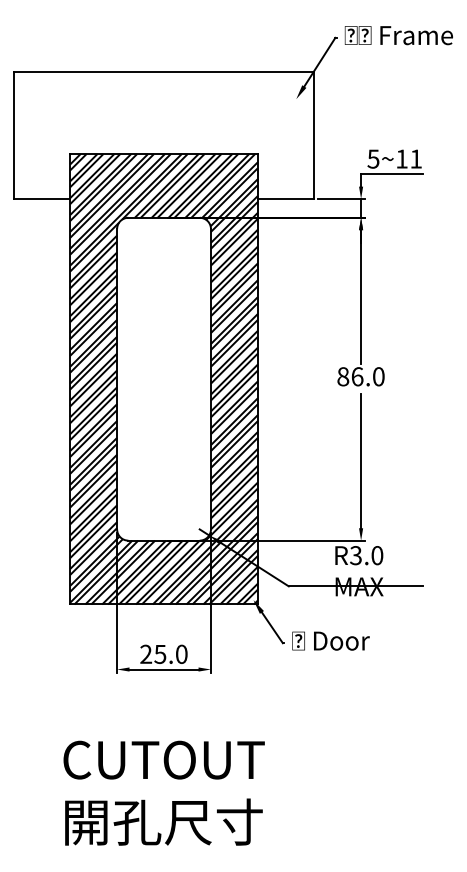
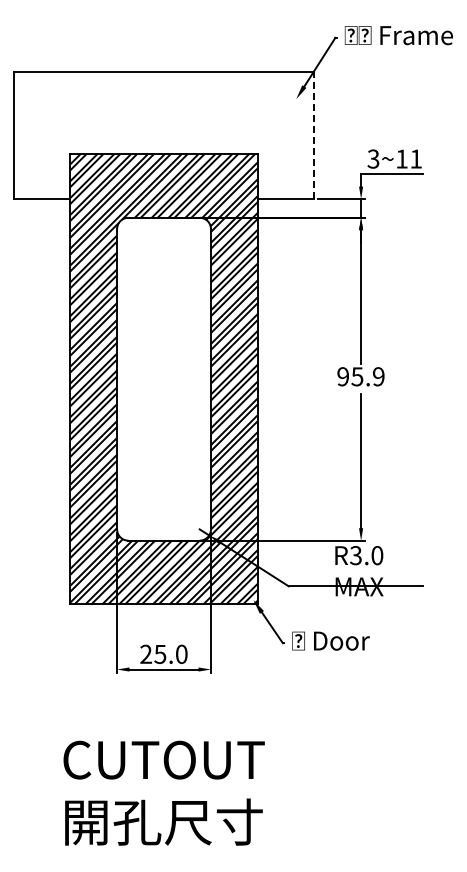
line at (314, 135): solid -> dashed
text at (373, 158): 5~11 -> 3~11
text at (360, 376): 86.0 -> 95.9
